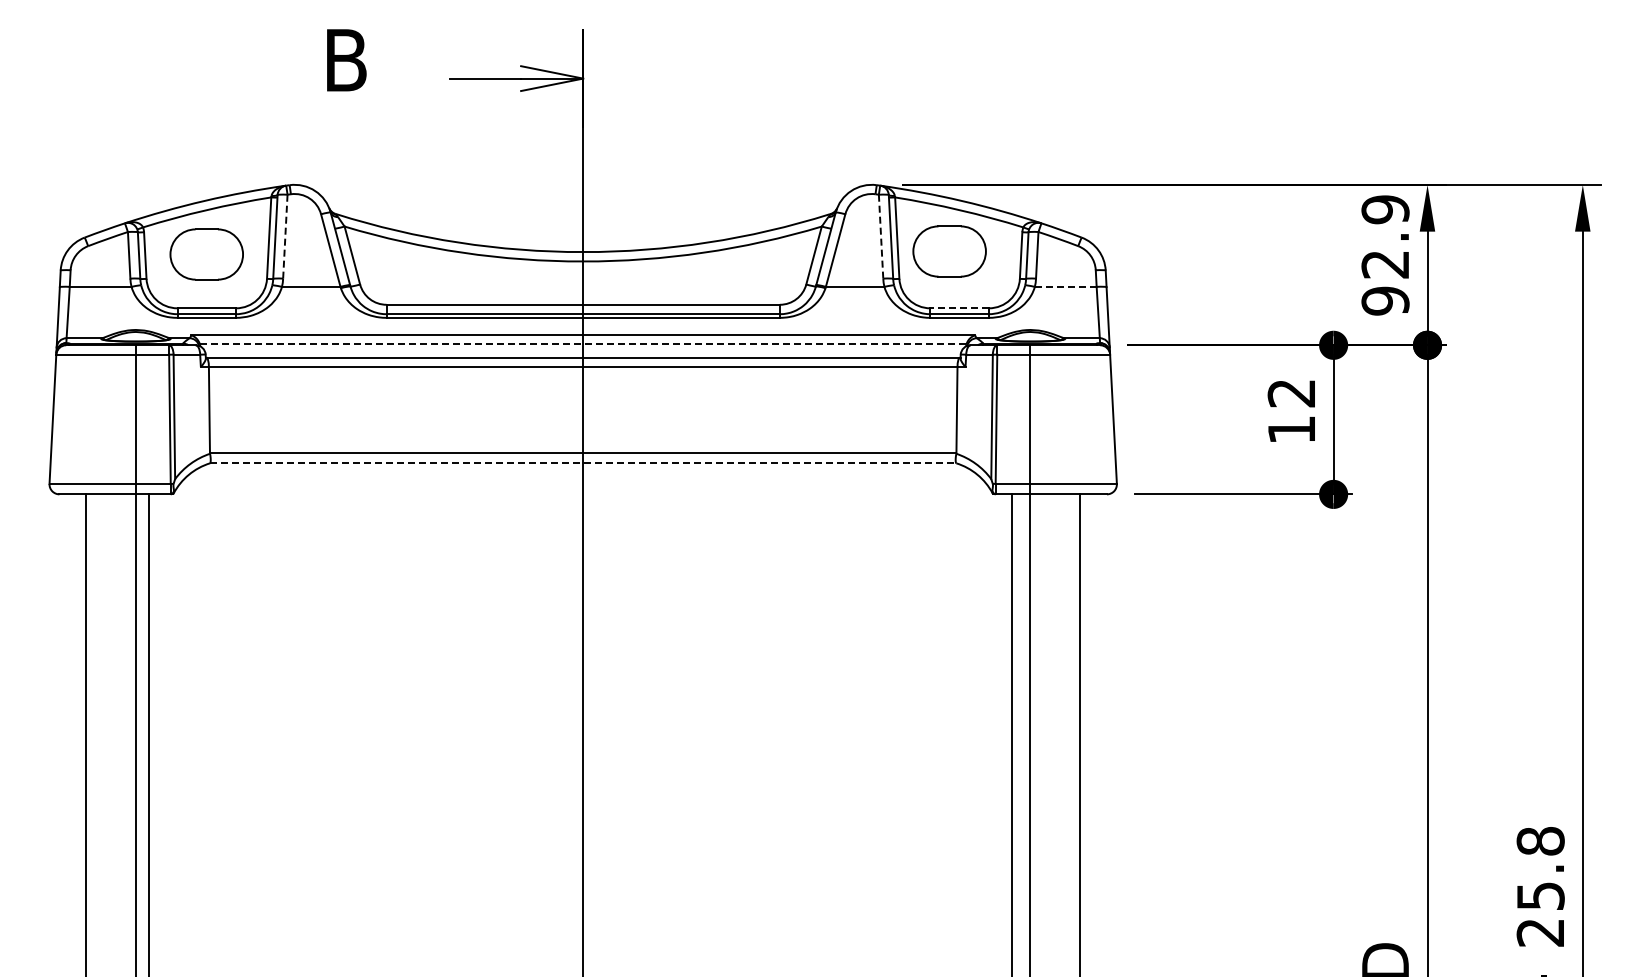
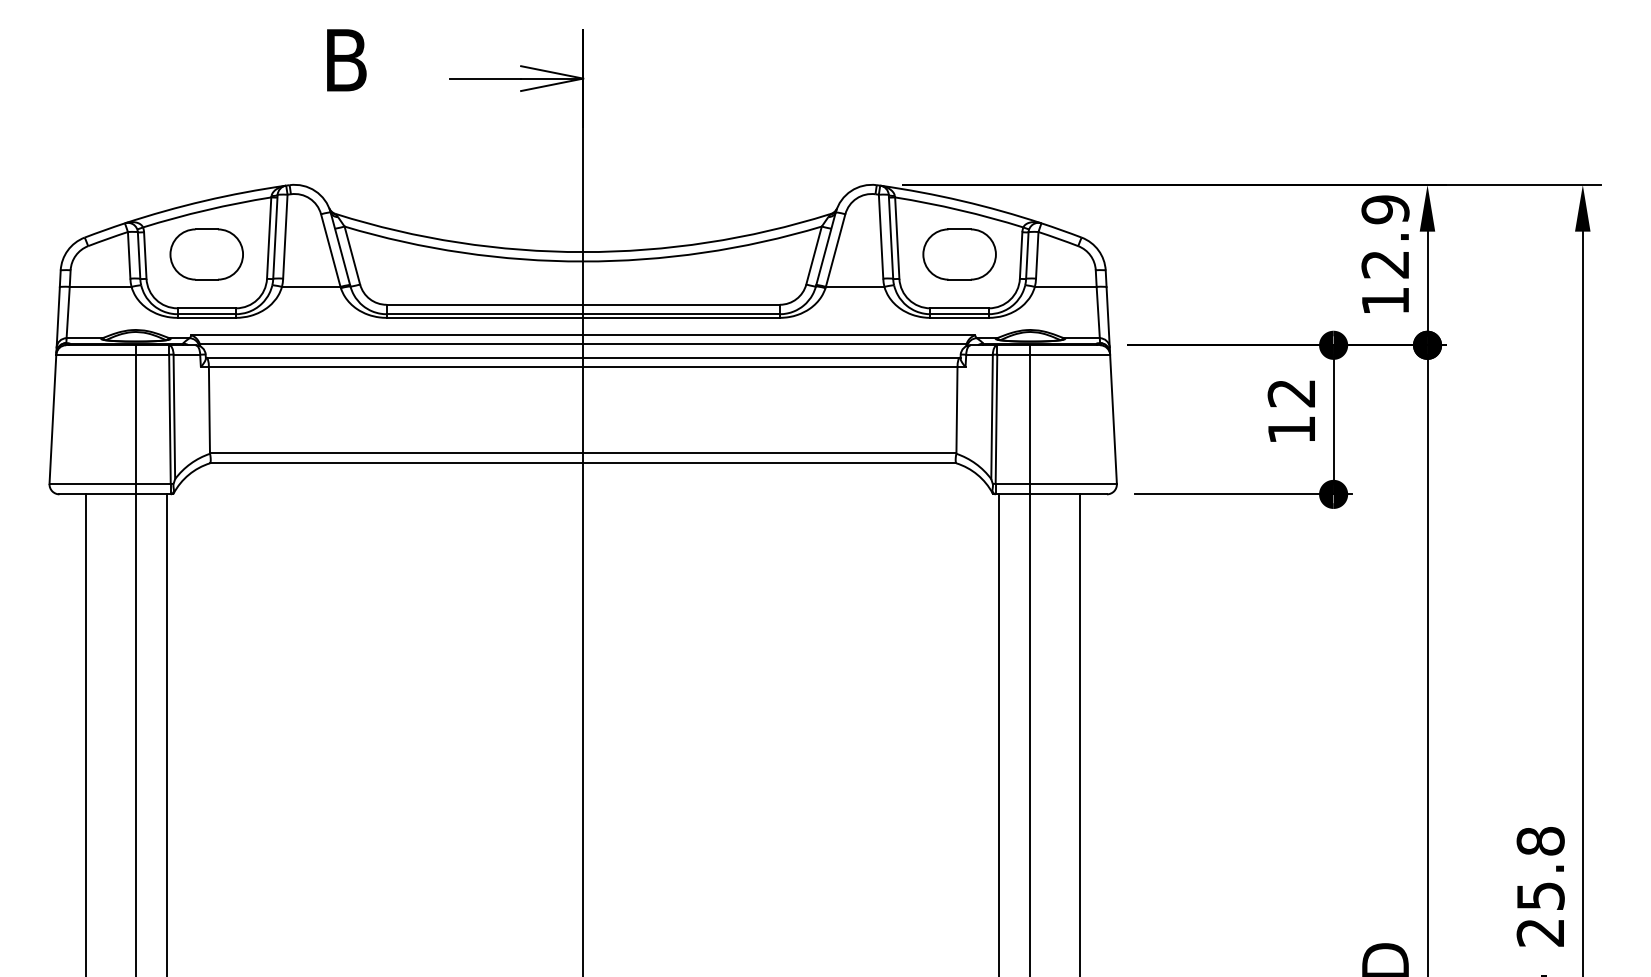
line at (285, 236): dashed -> solid
line at (881, 237): dashed -> solid
part at (949, 251) position: (949, 251) -> (959, 254)
line at (1065, 286): dashed -> solid
text at (1385, 300): 92.9 -> 12.9
line at (959, 308): dashed -> solid
line at (583, 344): dashed -> solid
line at (583, 463): dashed -> solid
line at (149, 733) position: (149, 733) -> (167, 733)
line at (1012, 733) position: (1012, 733) -> (999, 733)
